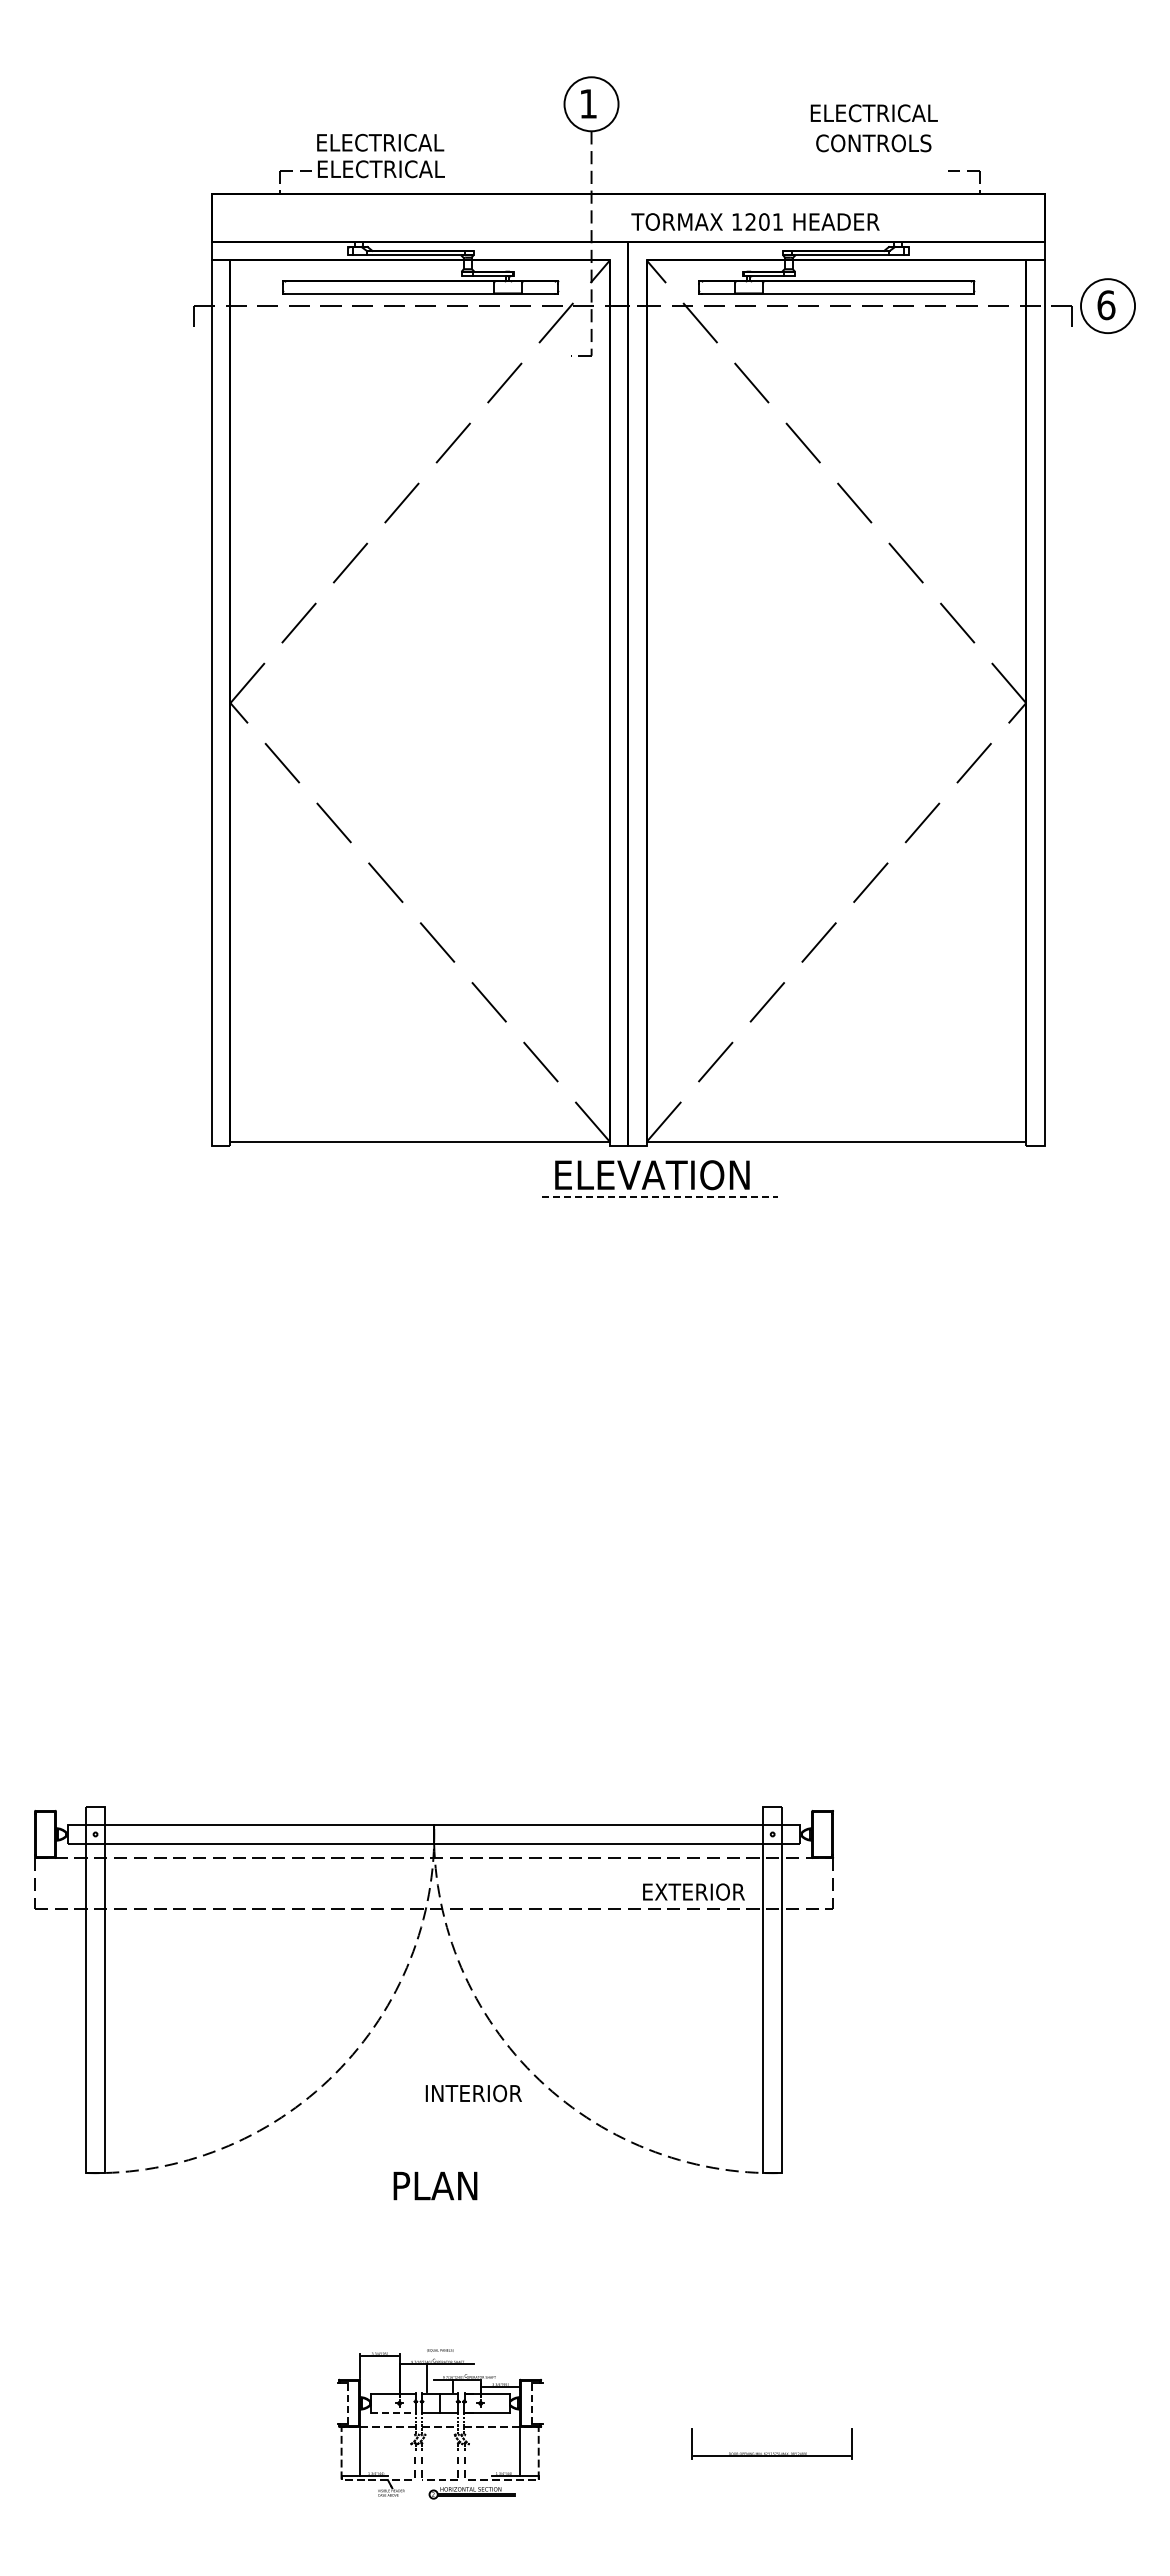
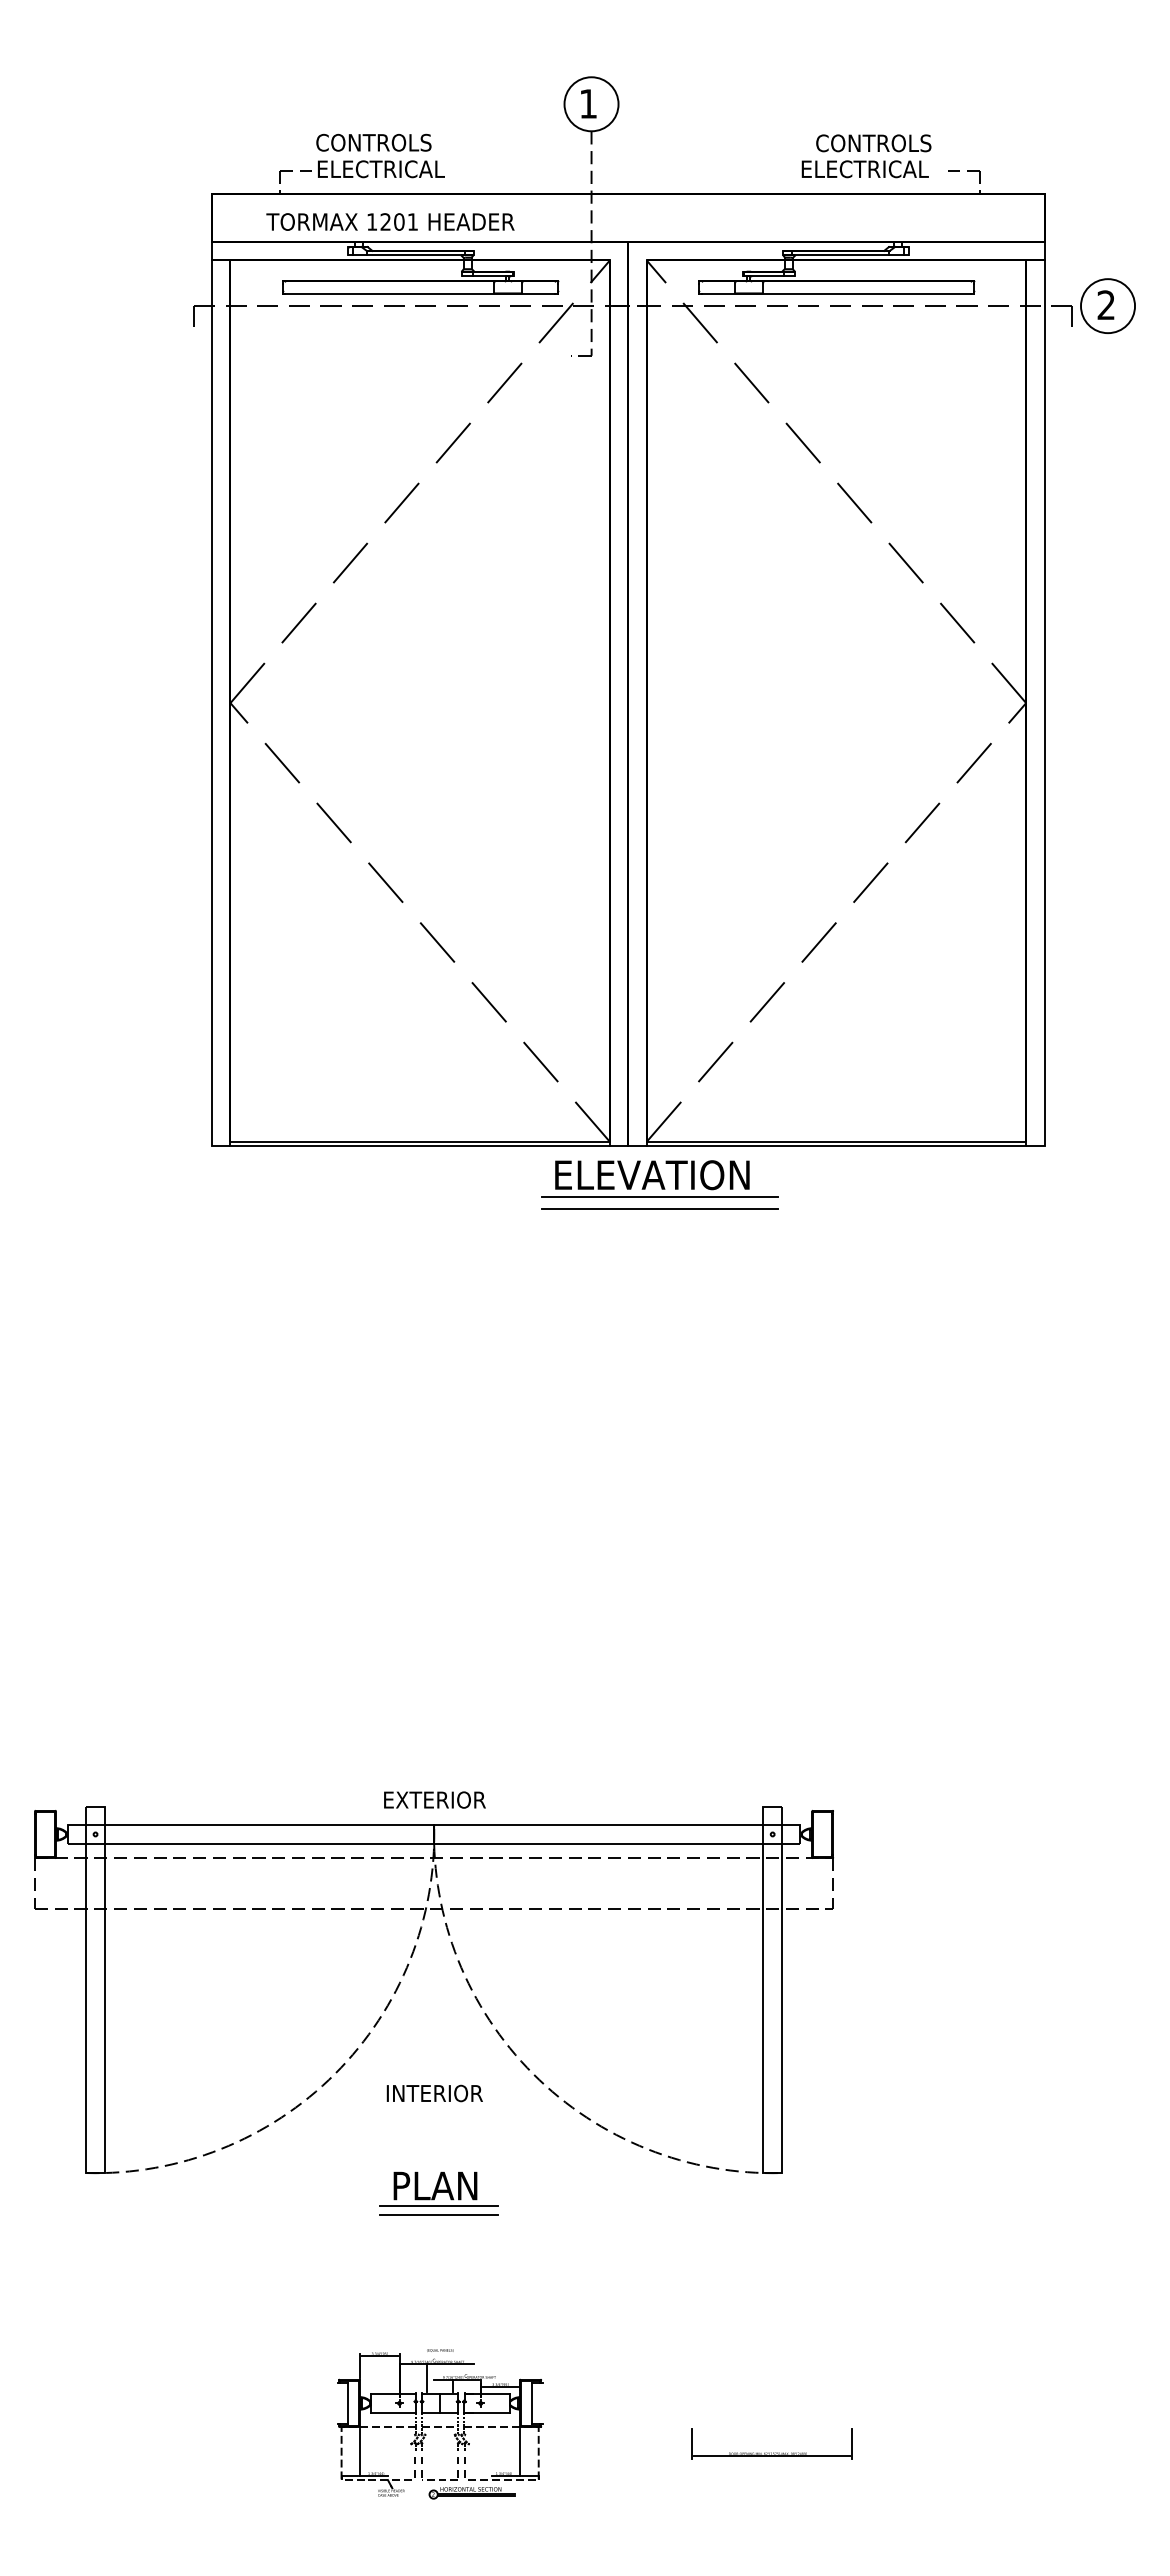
text at (873, 113) position: (873, 113) -> (864, 169)
text at (380, 142): ELECTRICAL -> CONTROLS
text at (755, 221) position: (755, 221) -> (390, 221)
text at (1106, 305): 6 -> 2
line at (419, 1145): none -> present
line at (836, 1145): none -> present
line at (660, 1197): dashed -> solid
line at (659, 1208): none -> present
text at (693, 1891) position: (693, 1891) -> (434, 1799)
text at (473, 2093) position: (473, 2093) -> (434, 2093)
line at (438, 2206): none -> present
line at (438, 2215): none -> present
line at (348, 2402): dashed -> solid
line at (531, 2402): dashed -> solid
line at (393, 2412): dashed -> solid
